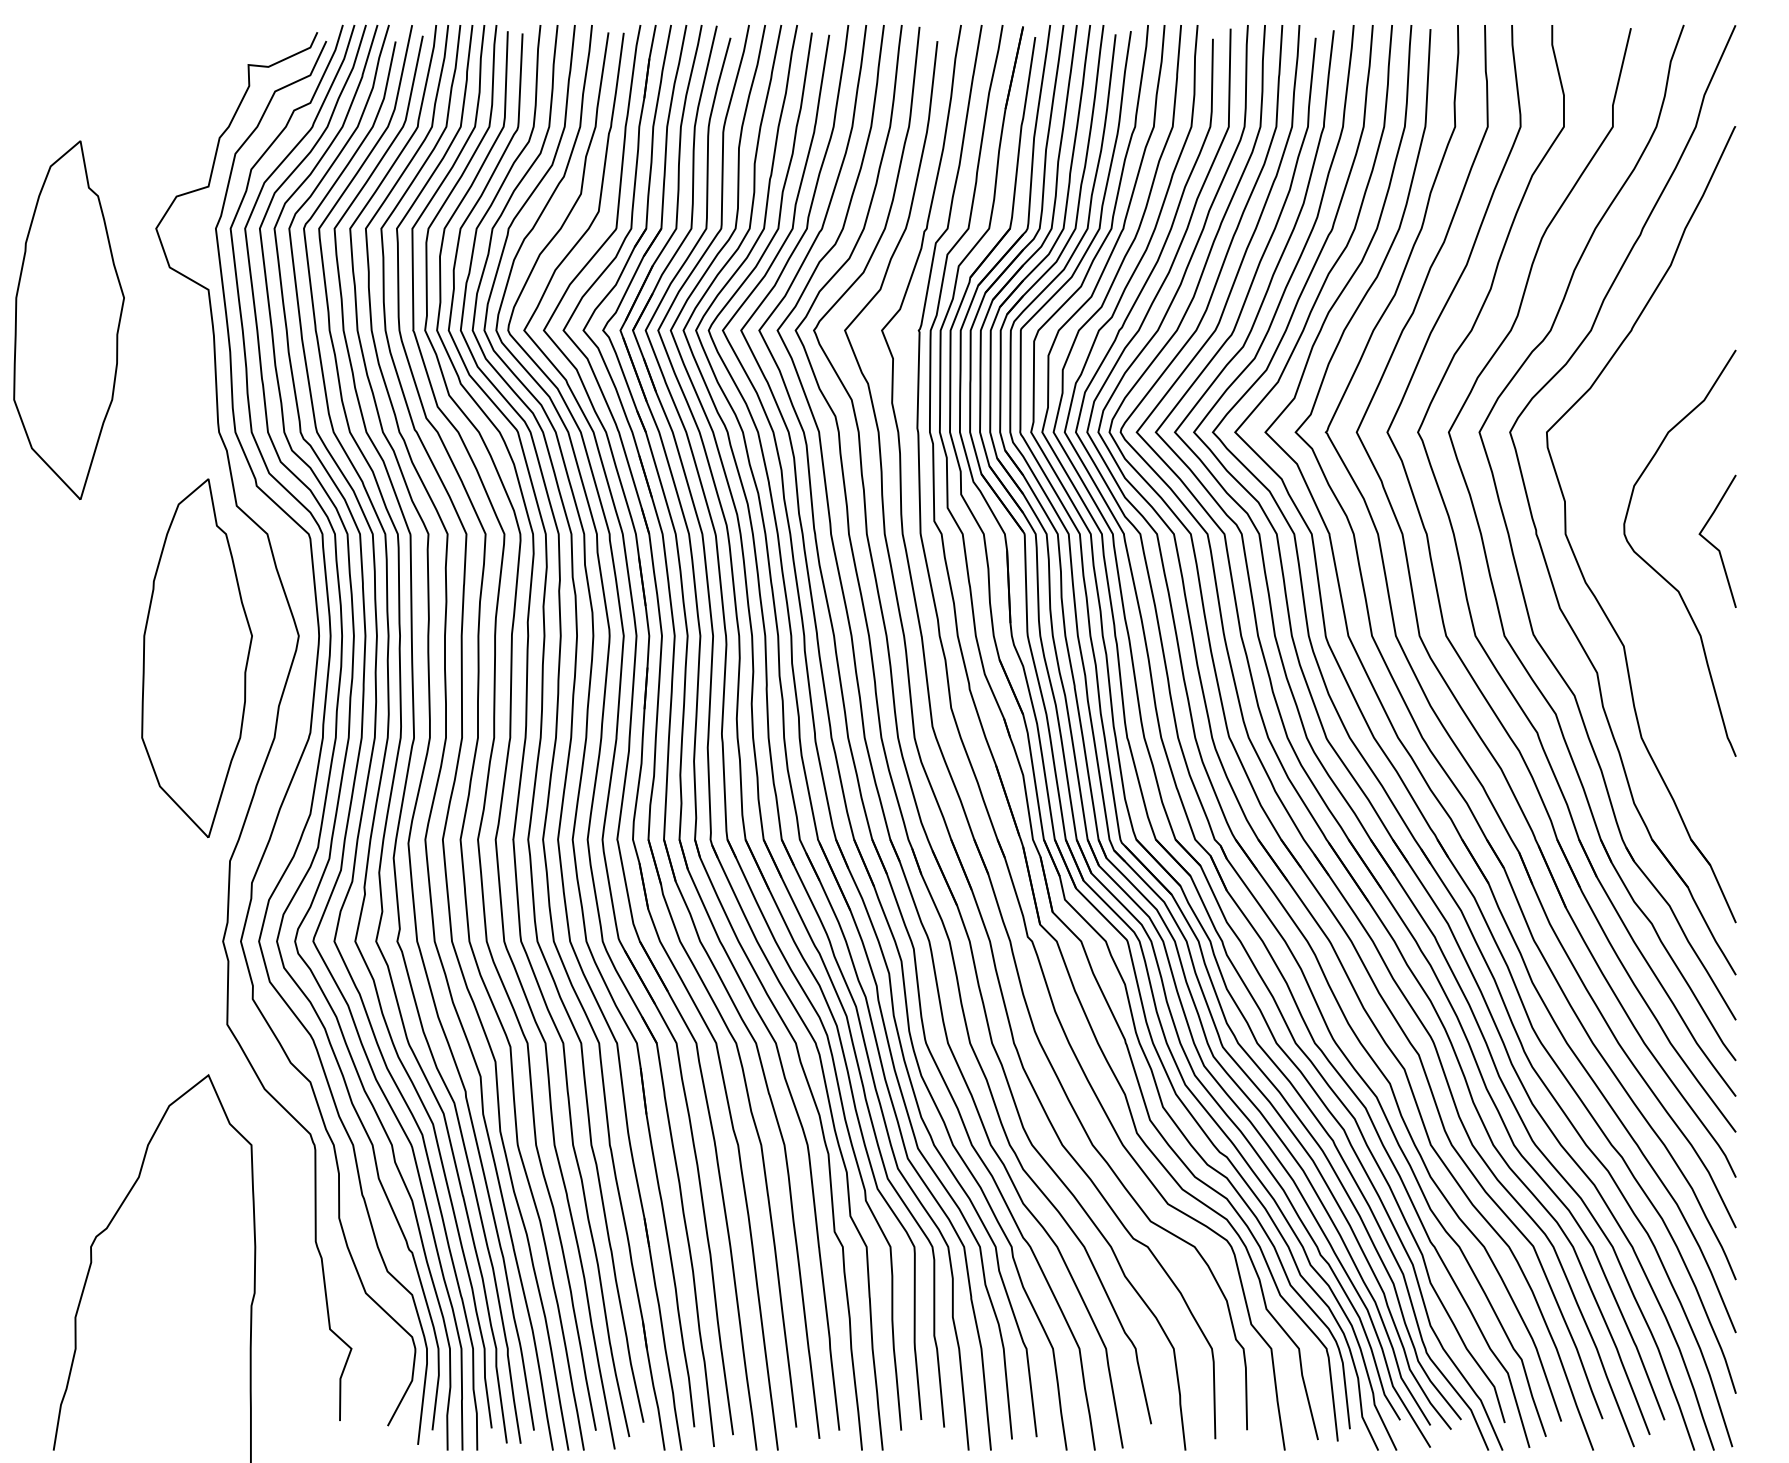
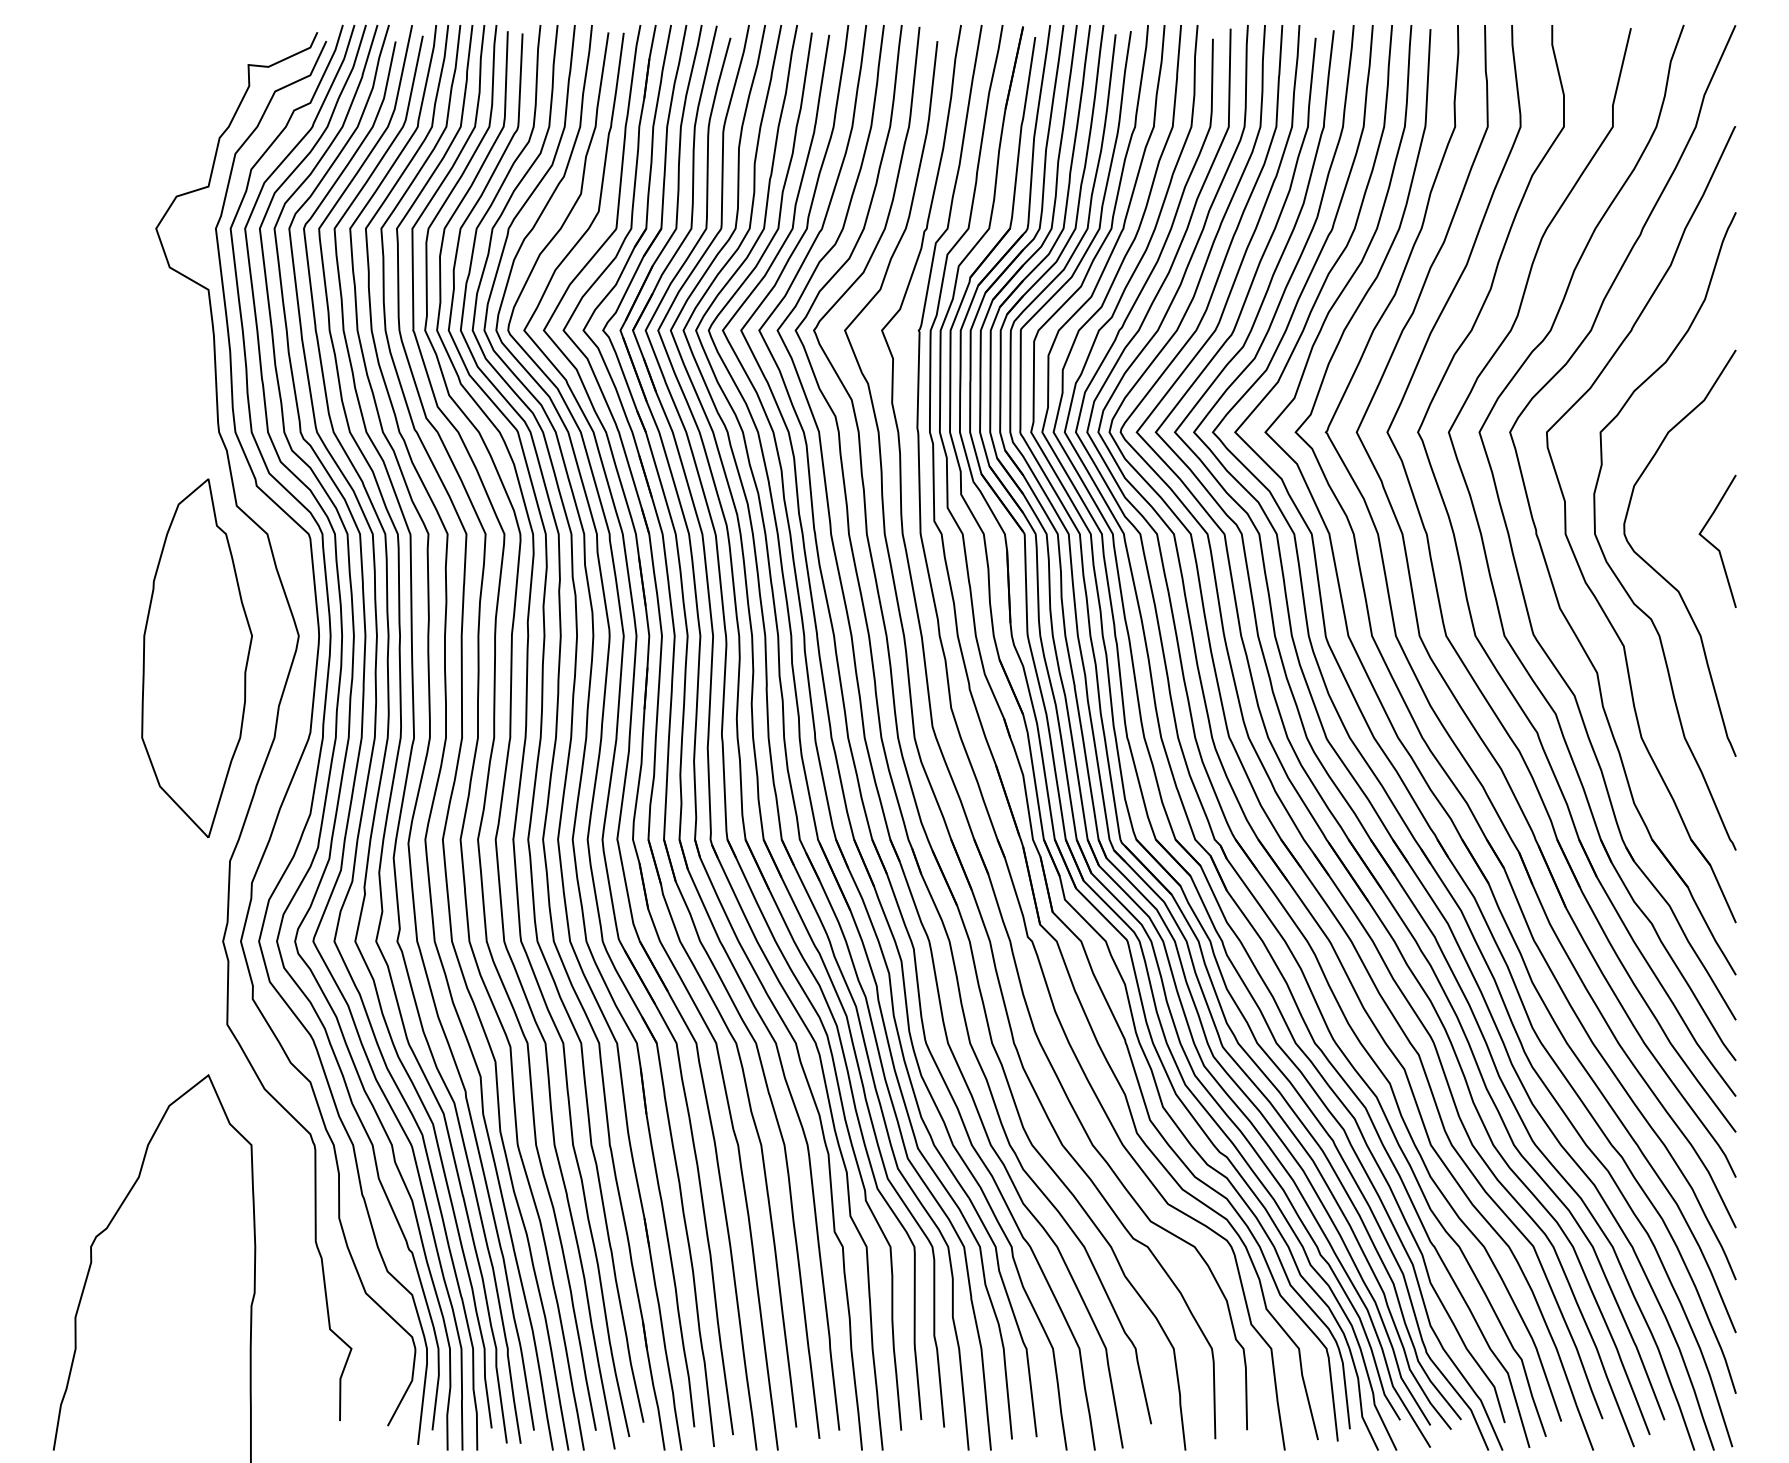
part at (68, 319): present -> none
curve at (1610, 565): none -> present
